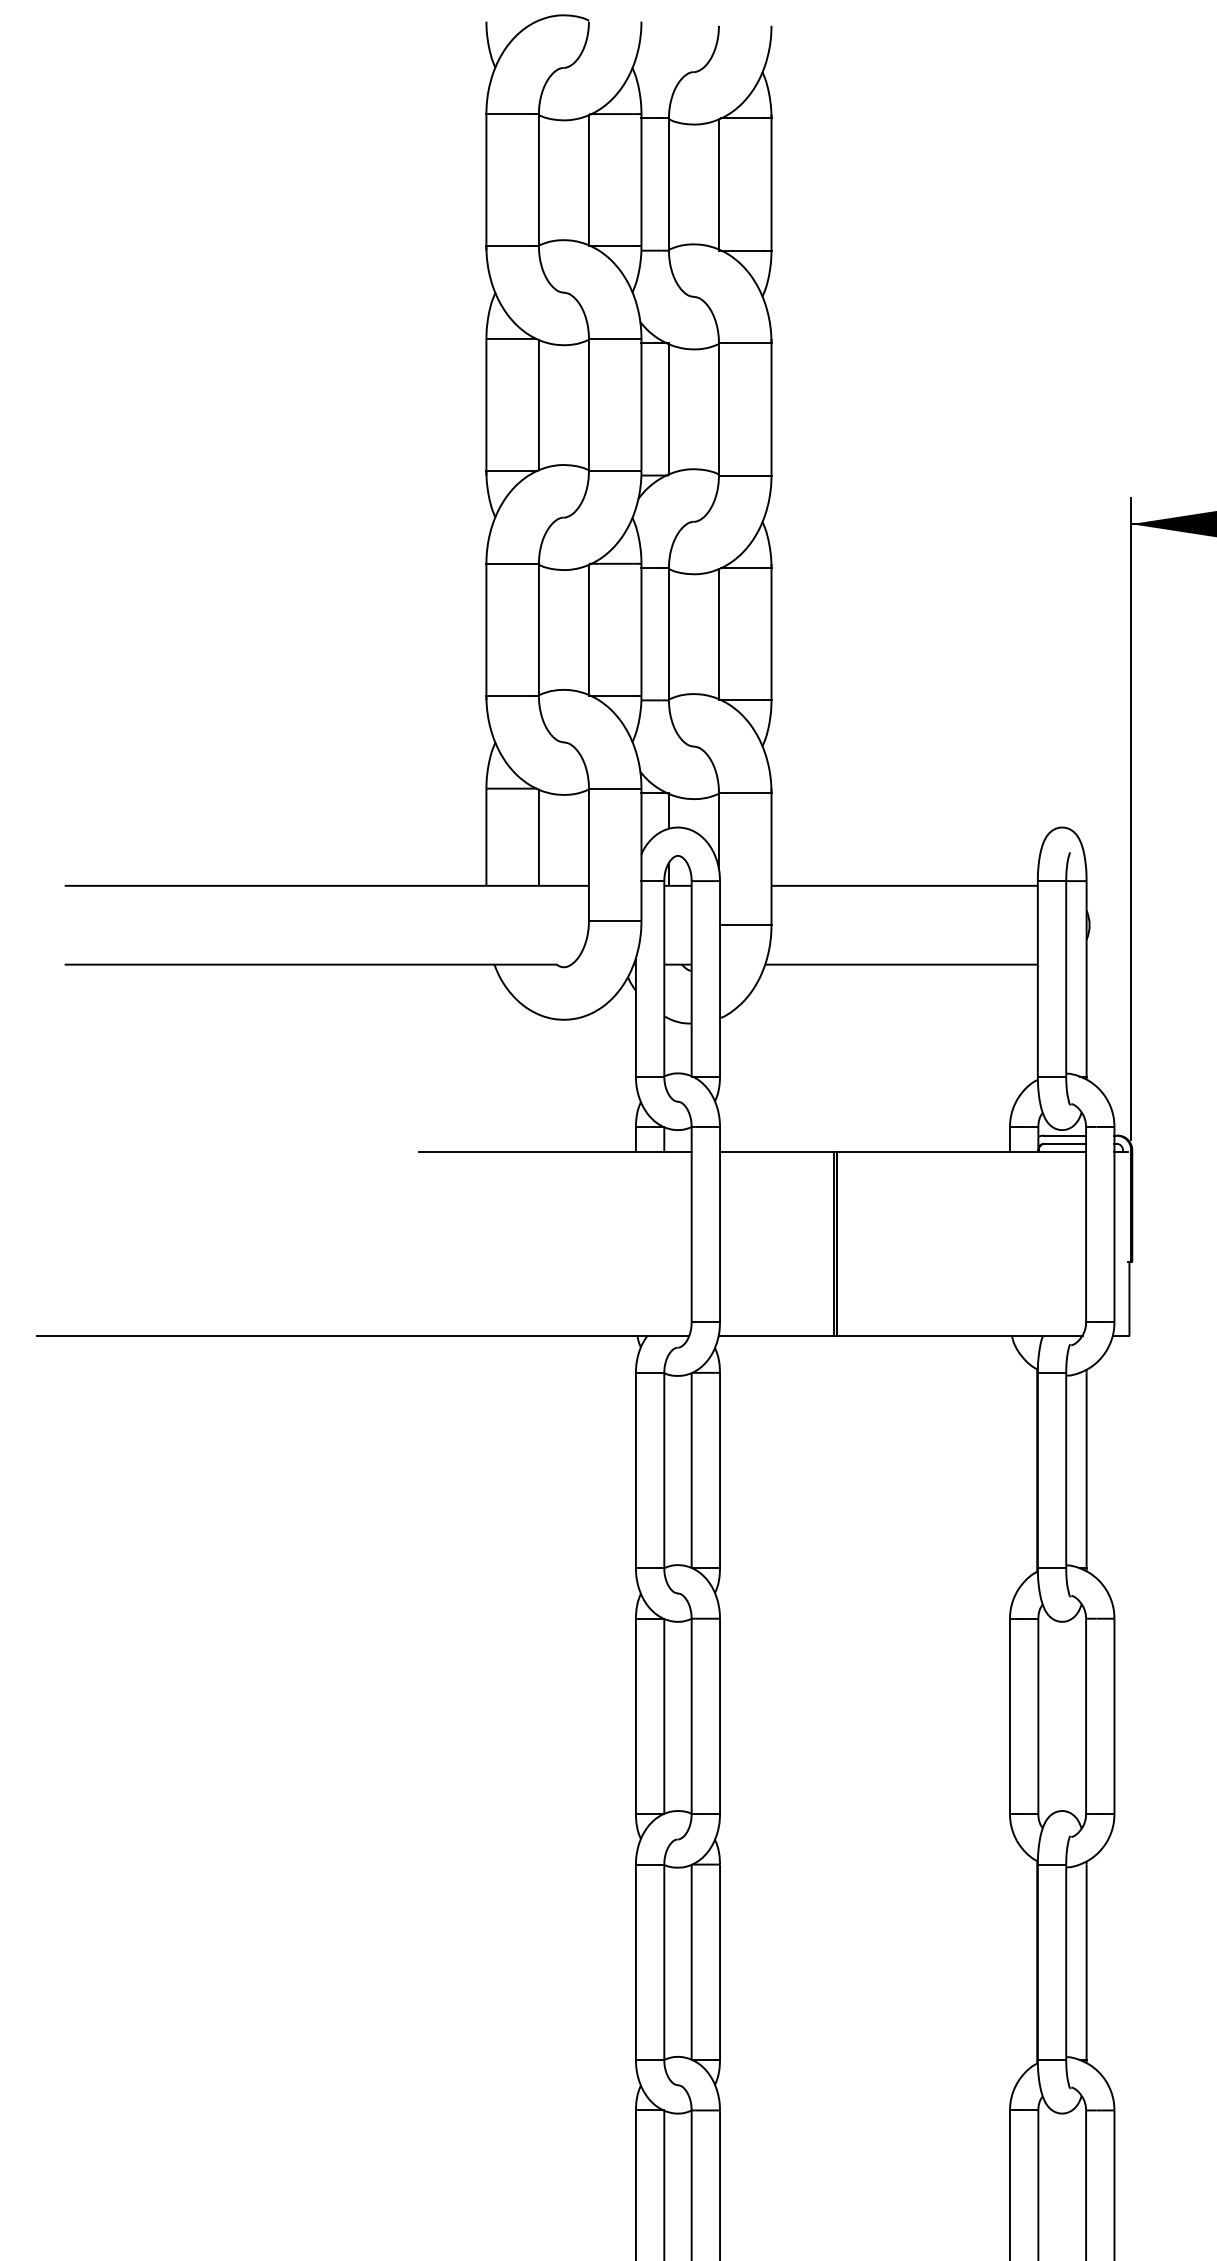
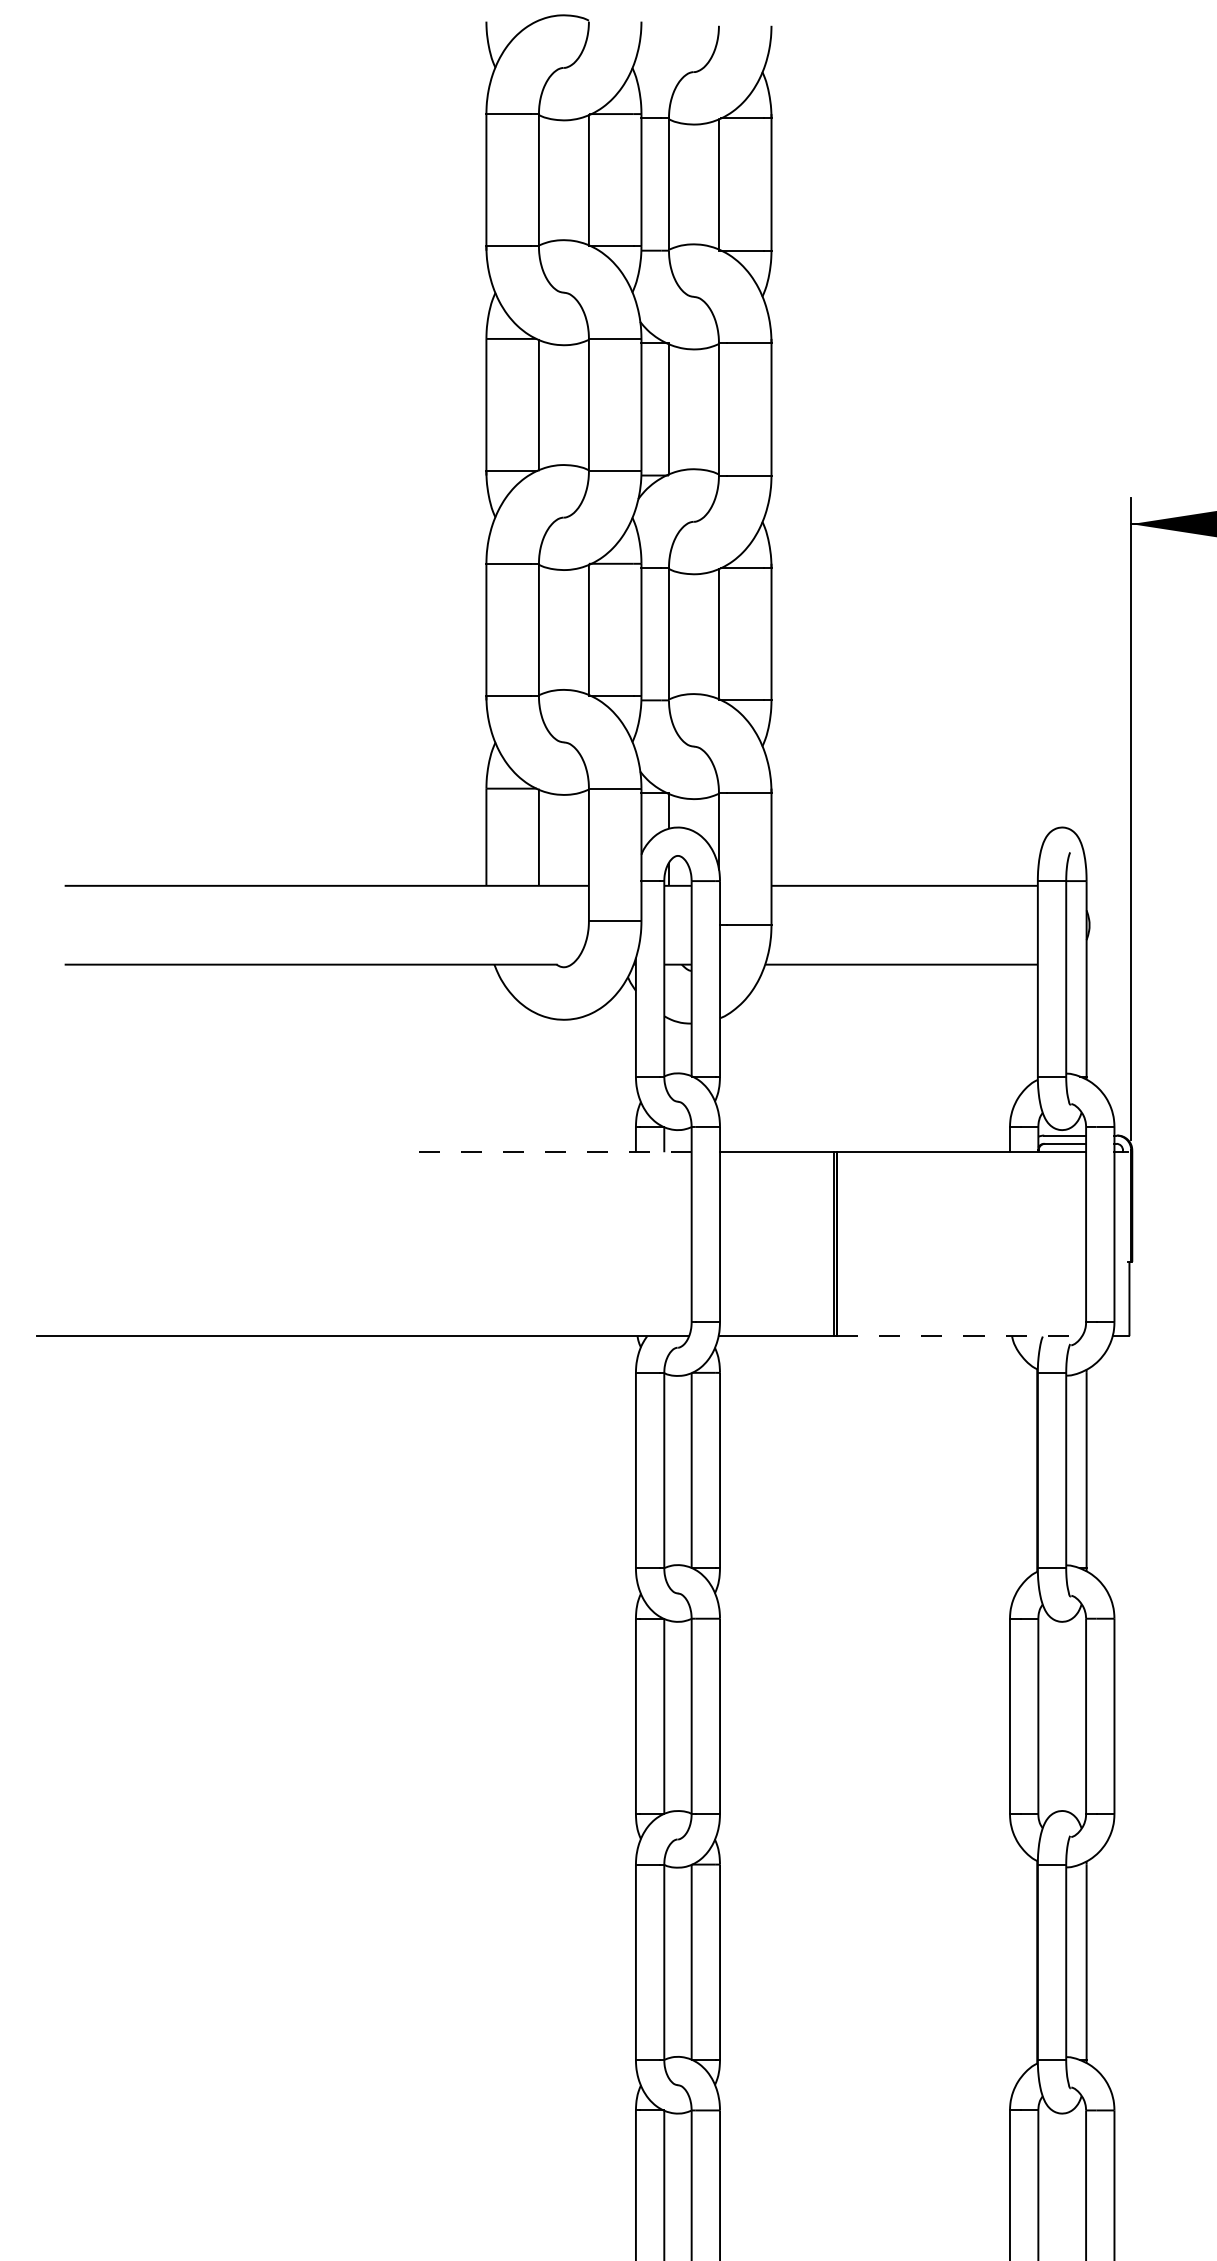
line at (555, 1152): solid -> dashed
line at (960, 1336): solid -> dashed
